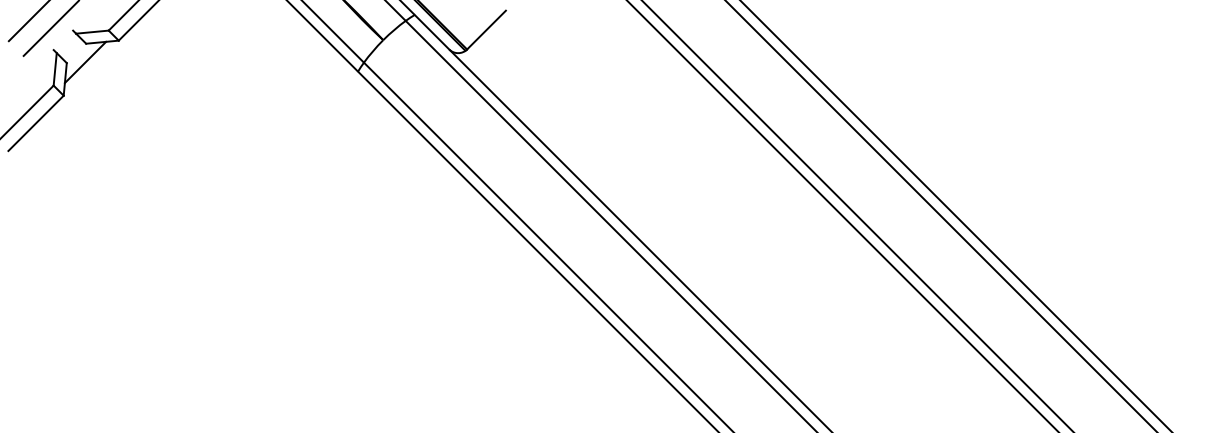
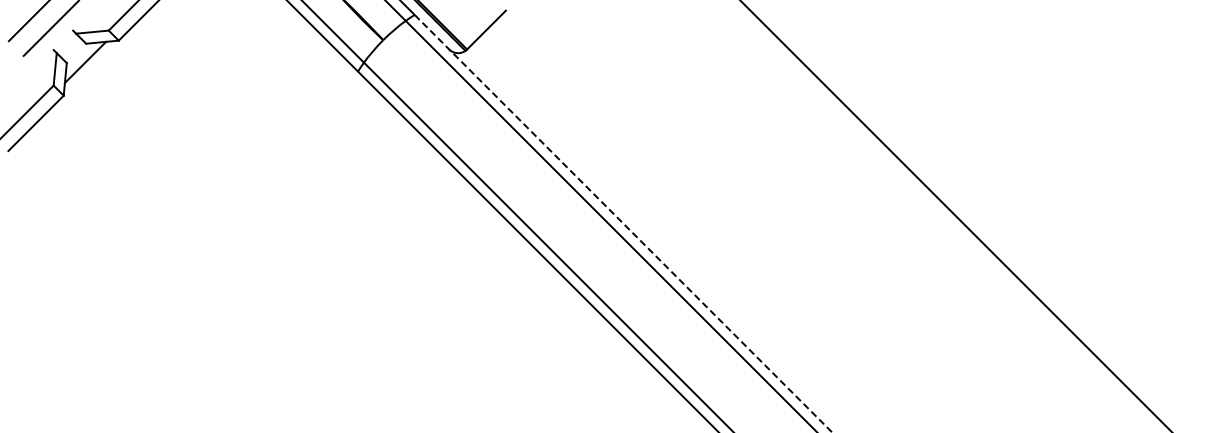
line at (841, 215): present -> none
line at (857, 215): present -> none
line at (940, 215): present -> none
line at (624, 224): solid -> dashed
